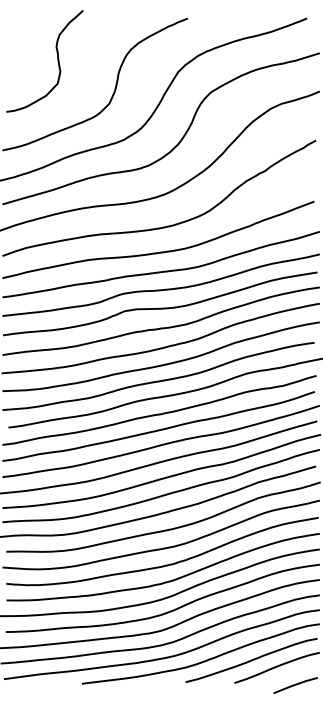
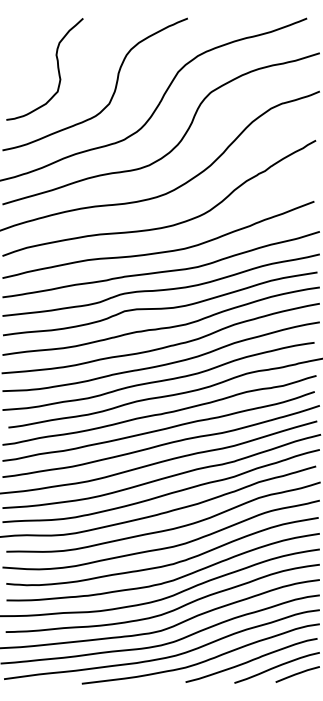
curve at (57, 61) position: (57, 61) -> (57, 69)
line at (295, 685) position: (295, 685) -> (297, 674)
